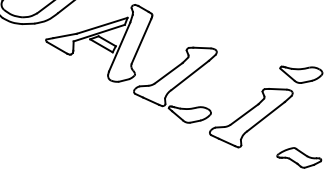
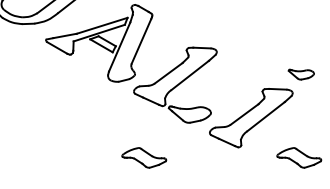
part at (301, 74) size: 45x19 px -> 28x13 px
part at (144, 157): none -> present
